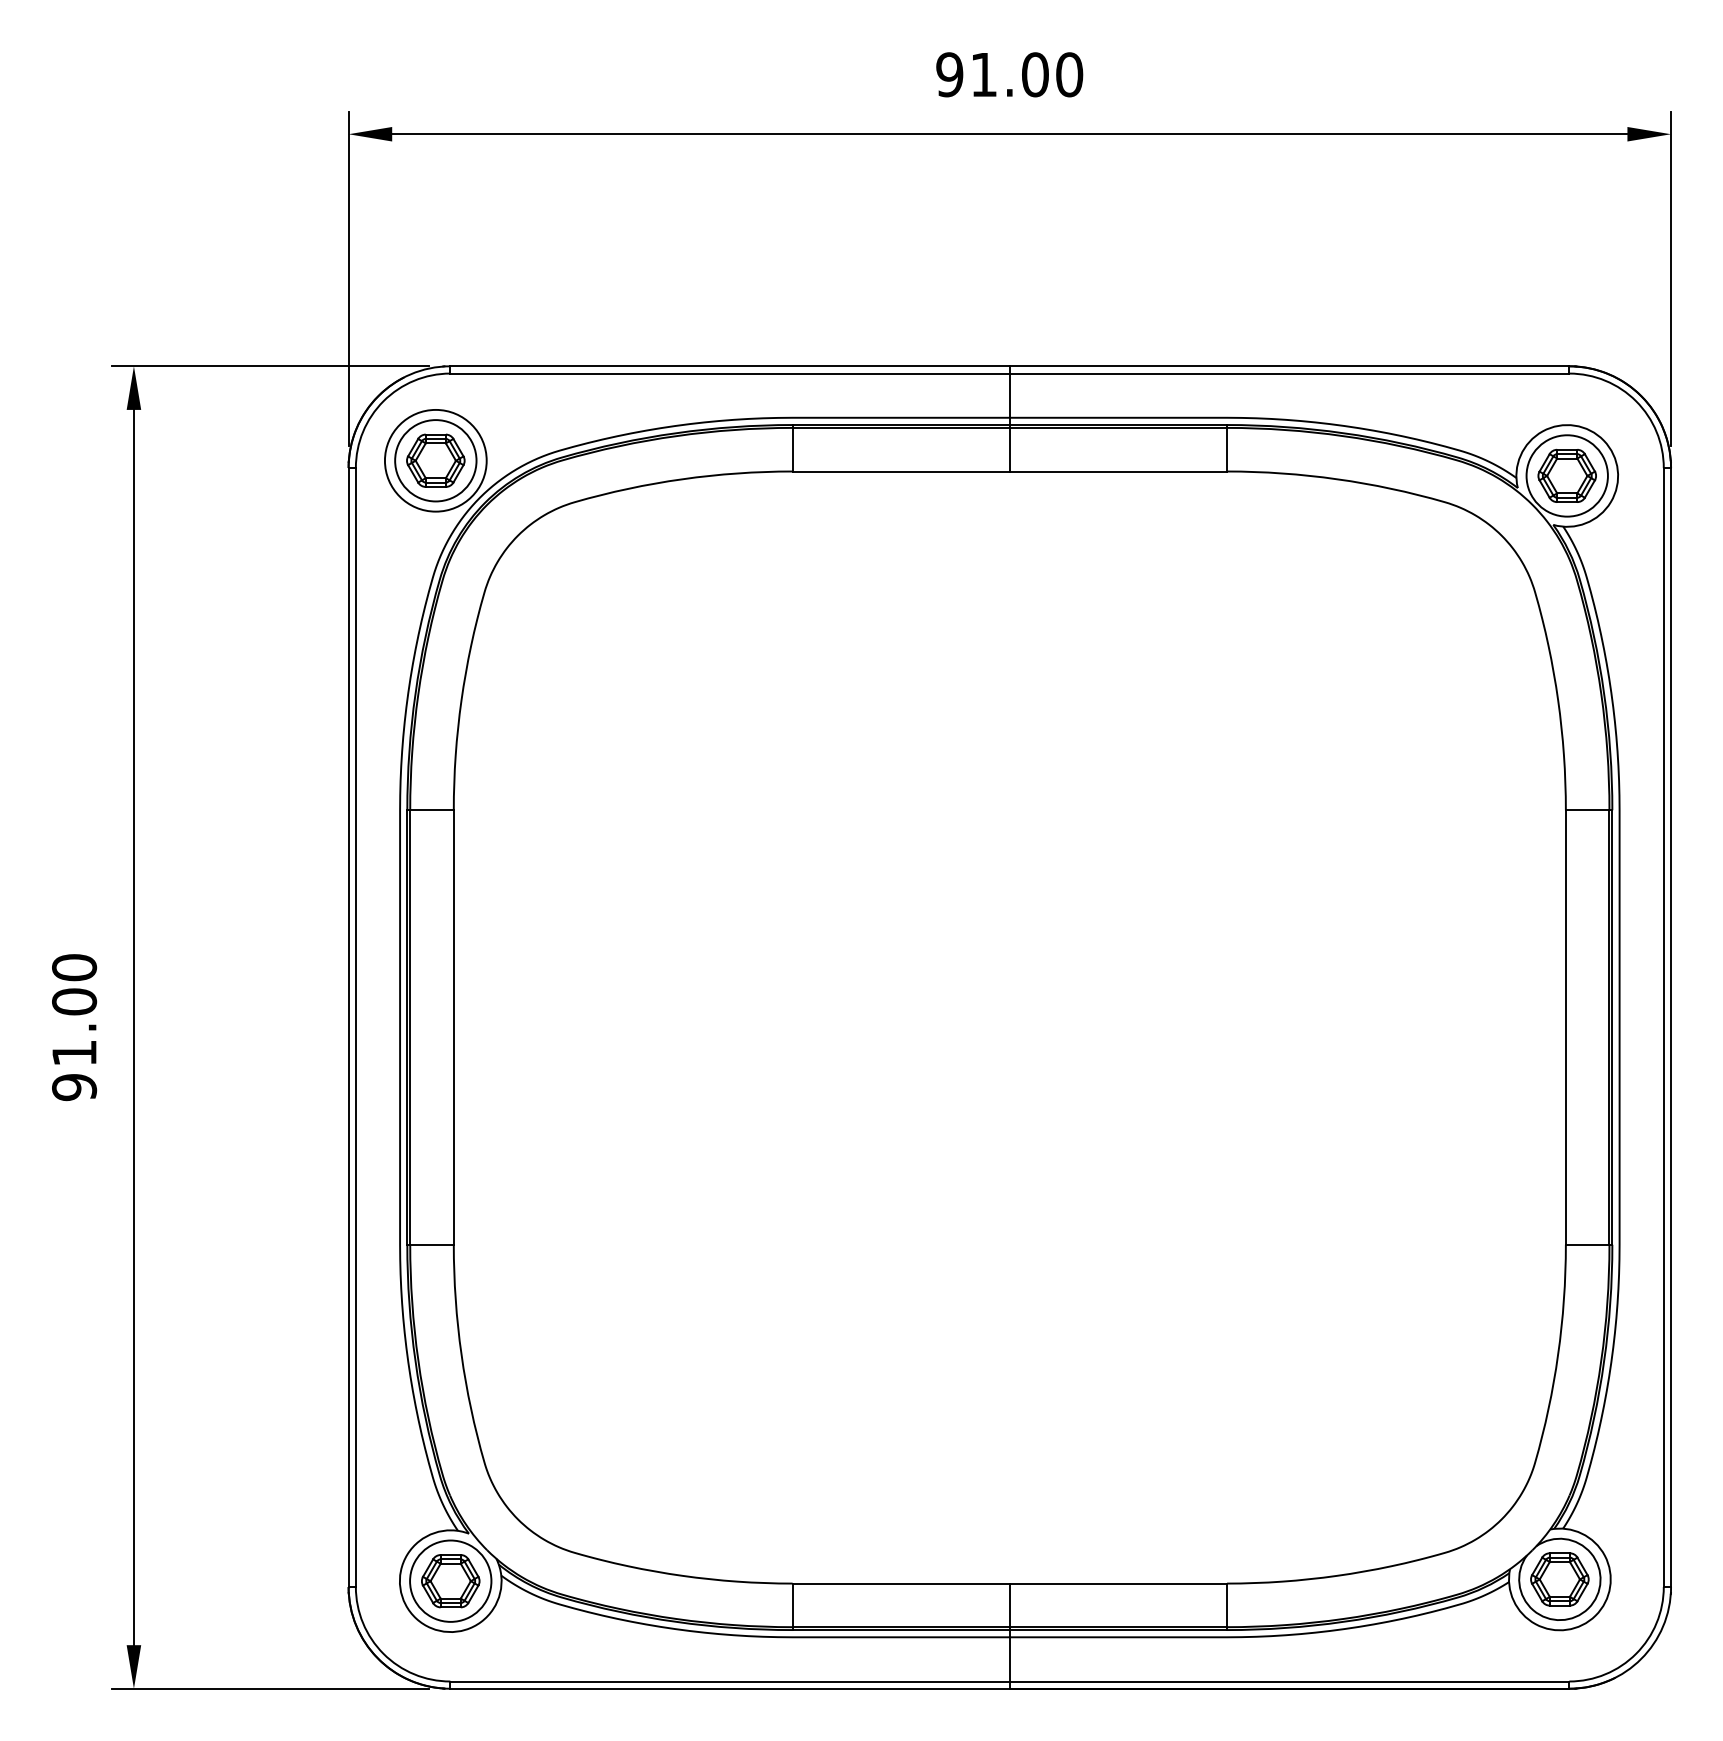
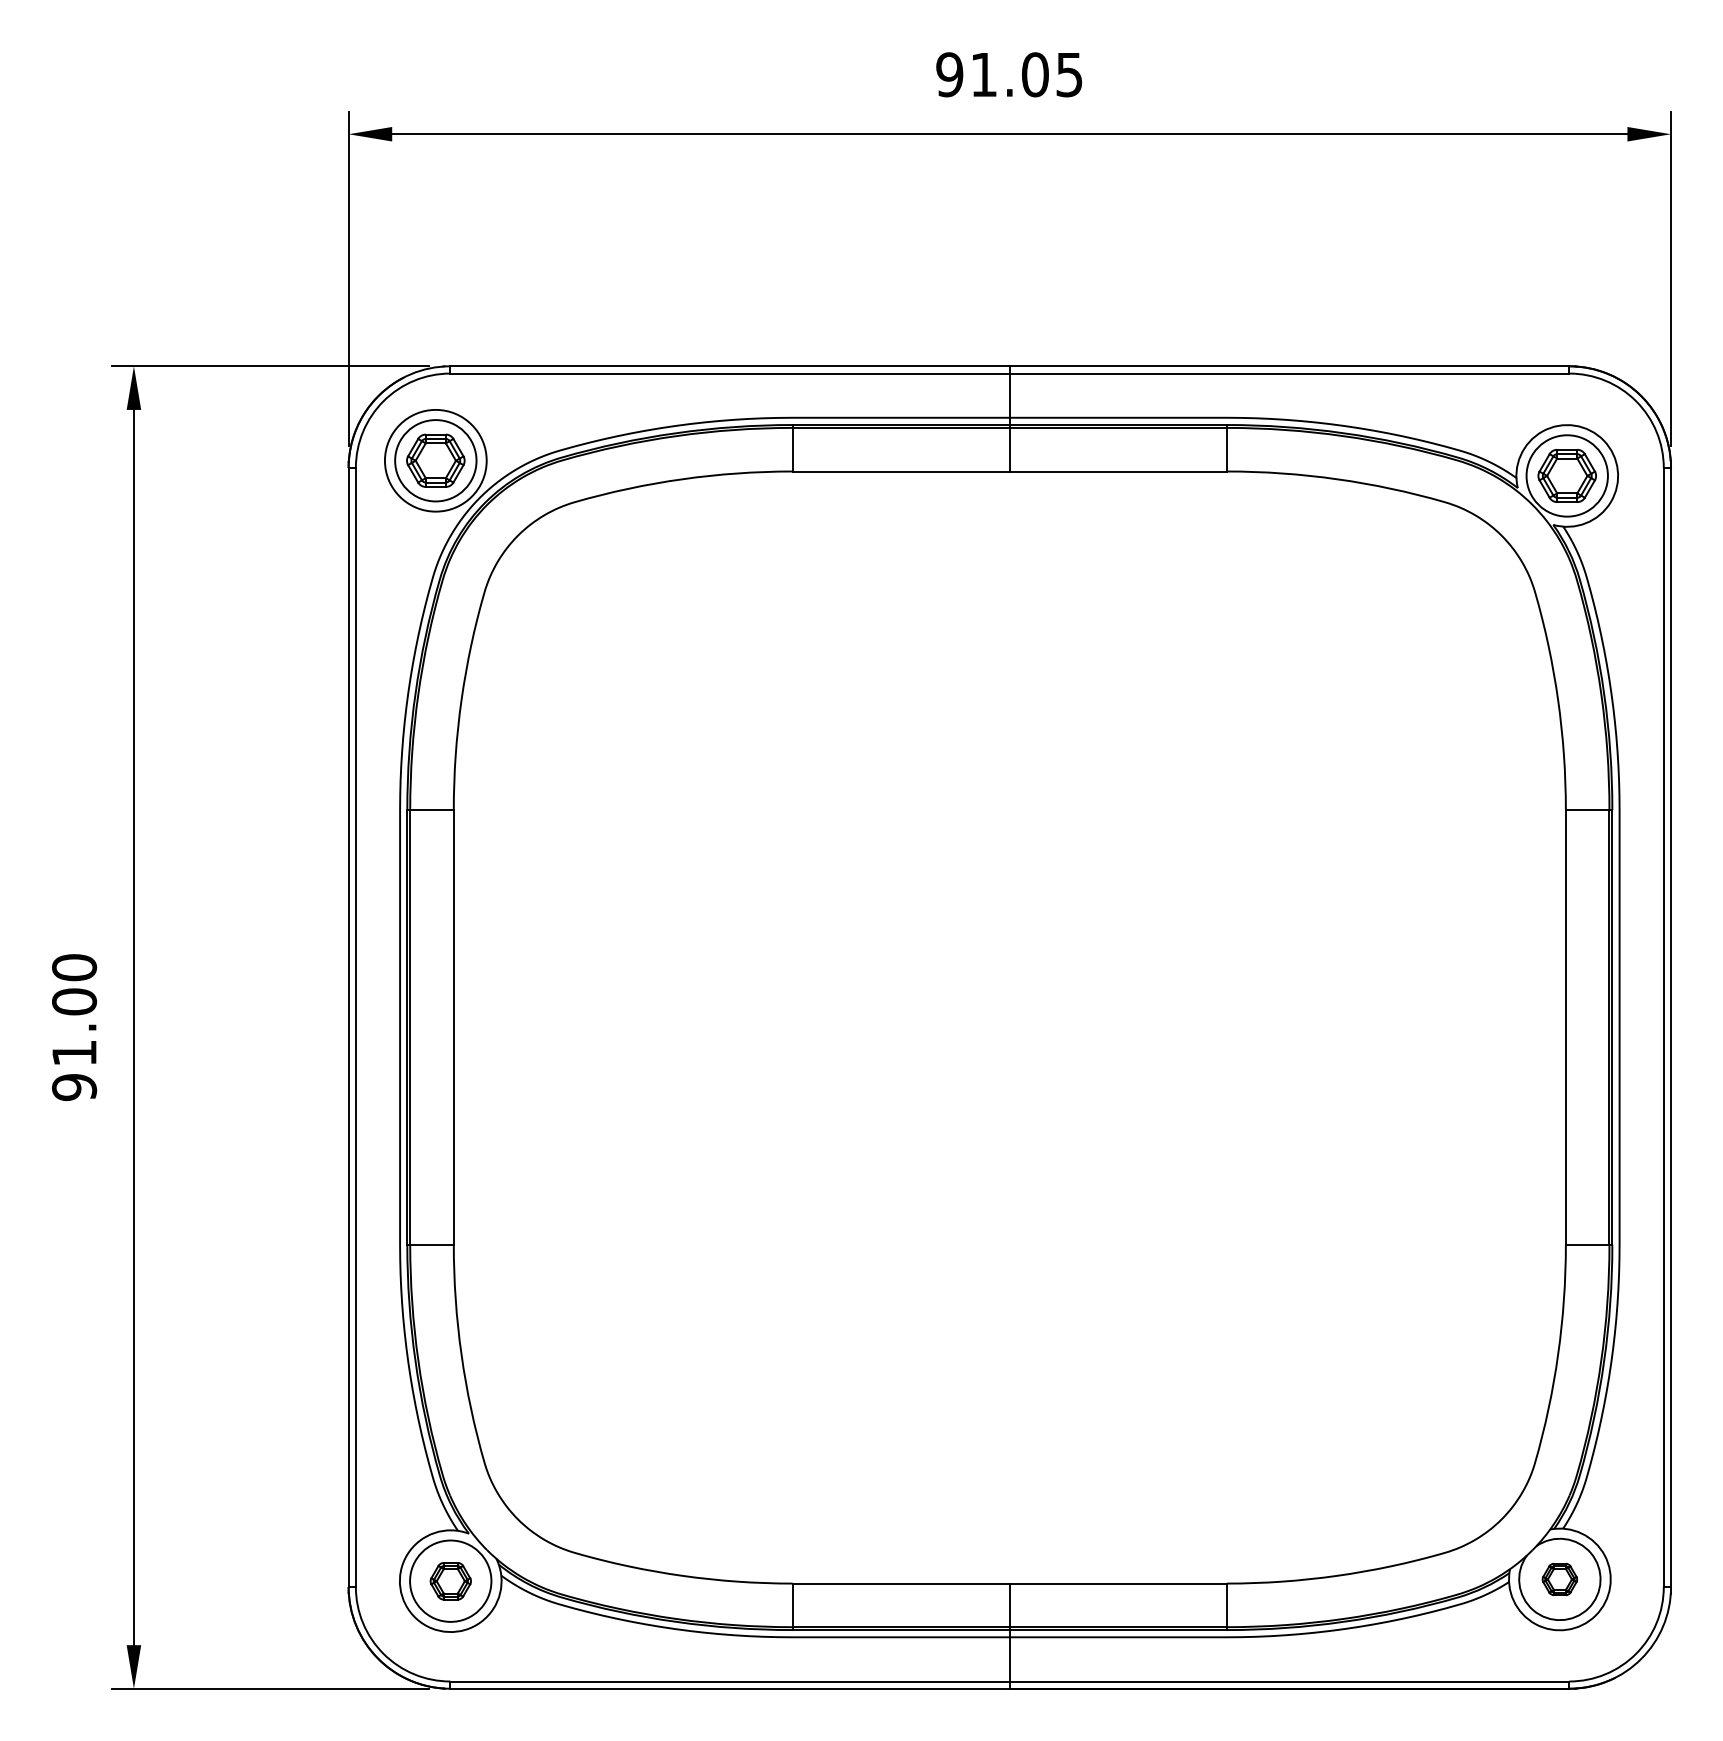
text at (1069, 74): 91.00 -> 91.05
part at (1559, 1579) size: 60x55 px -> 37x34 px
part at (450, 1581) size: 60x55 px -> 43x39 px
